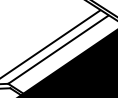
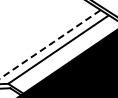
line at (50, 44): solid -> dashed
